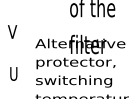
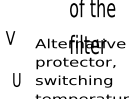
text at (12, 31) position: (12, 31) -> (10, 37)
text at (13, 73) position: (13, 73) -> (16, 79)
